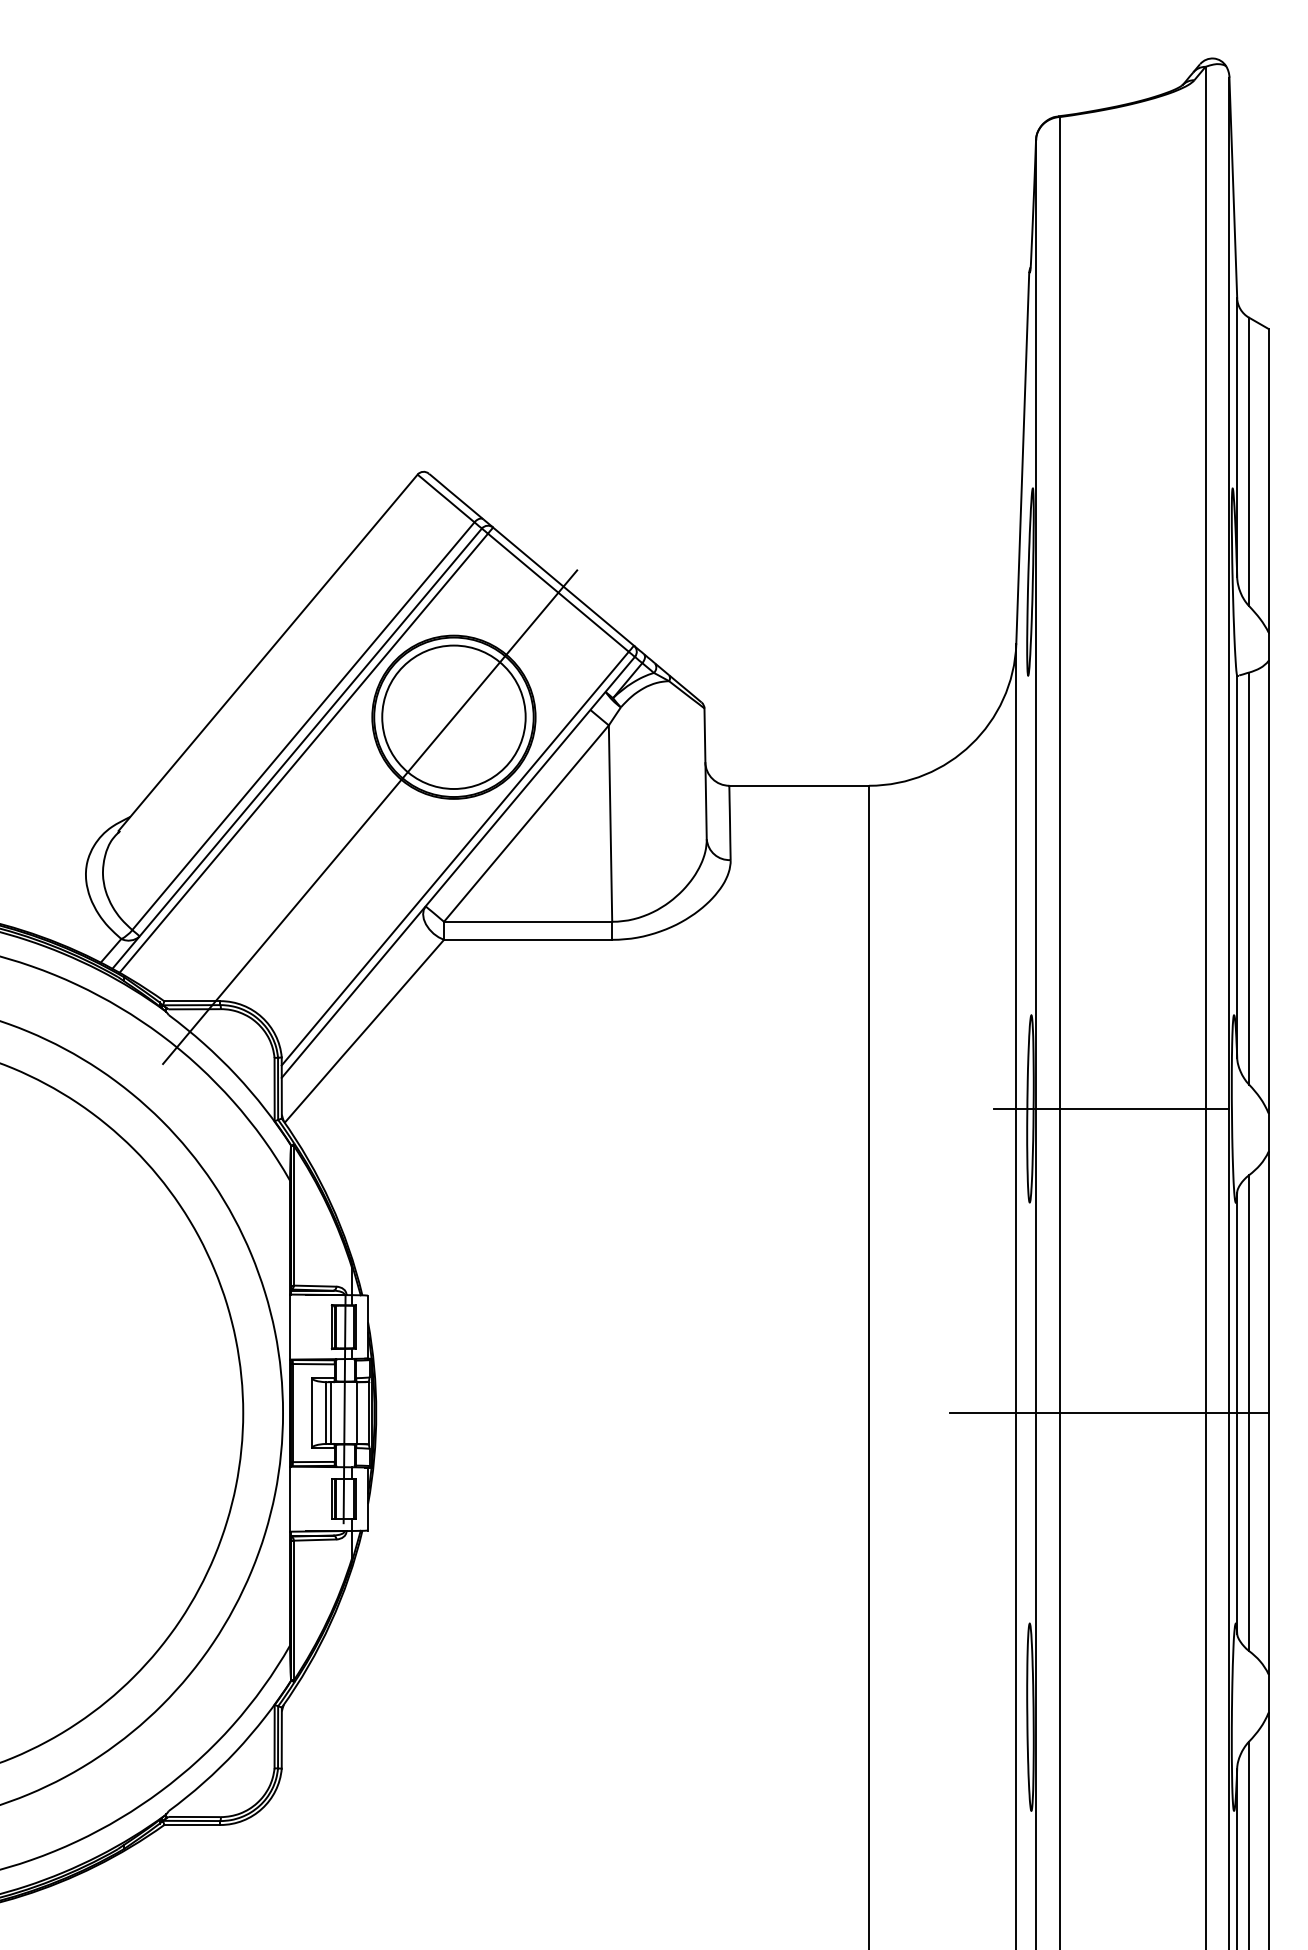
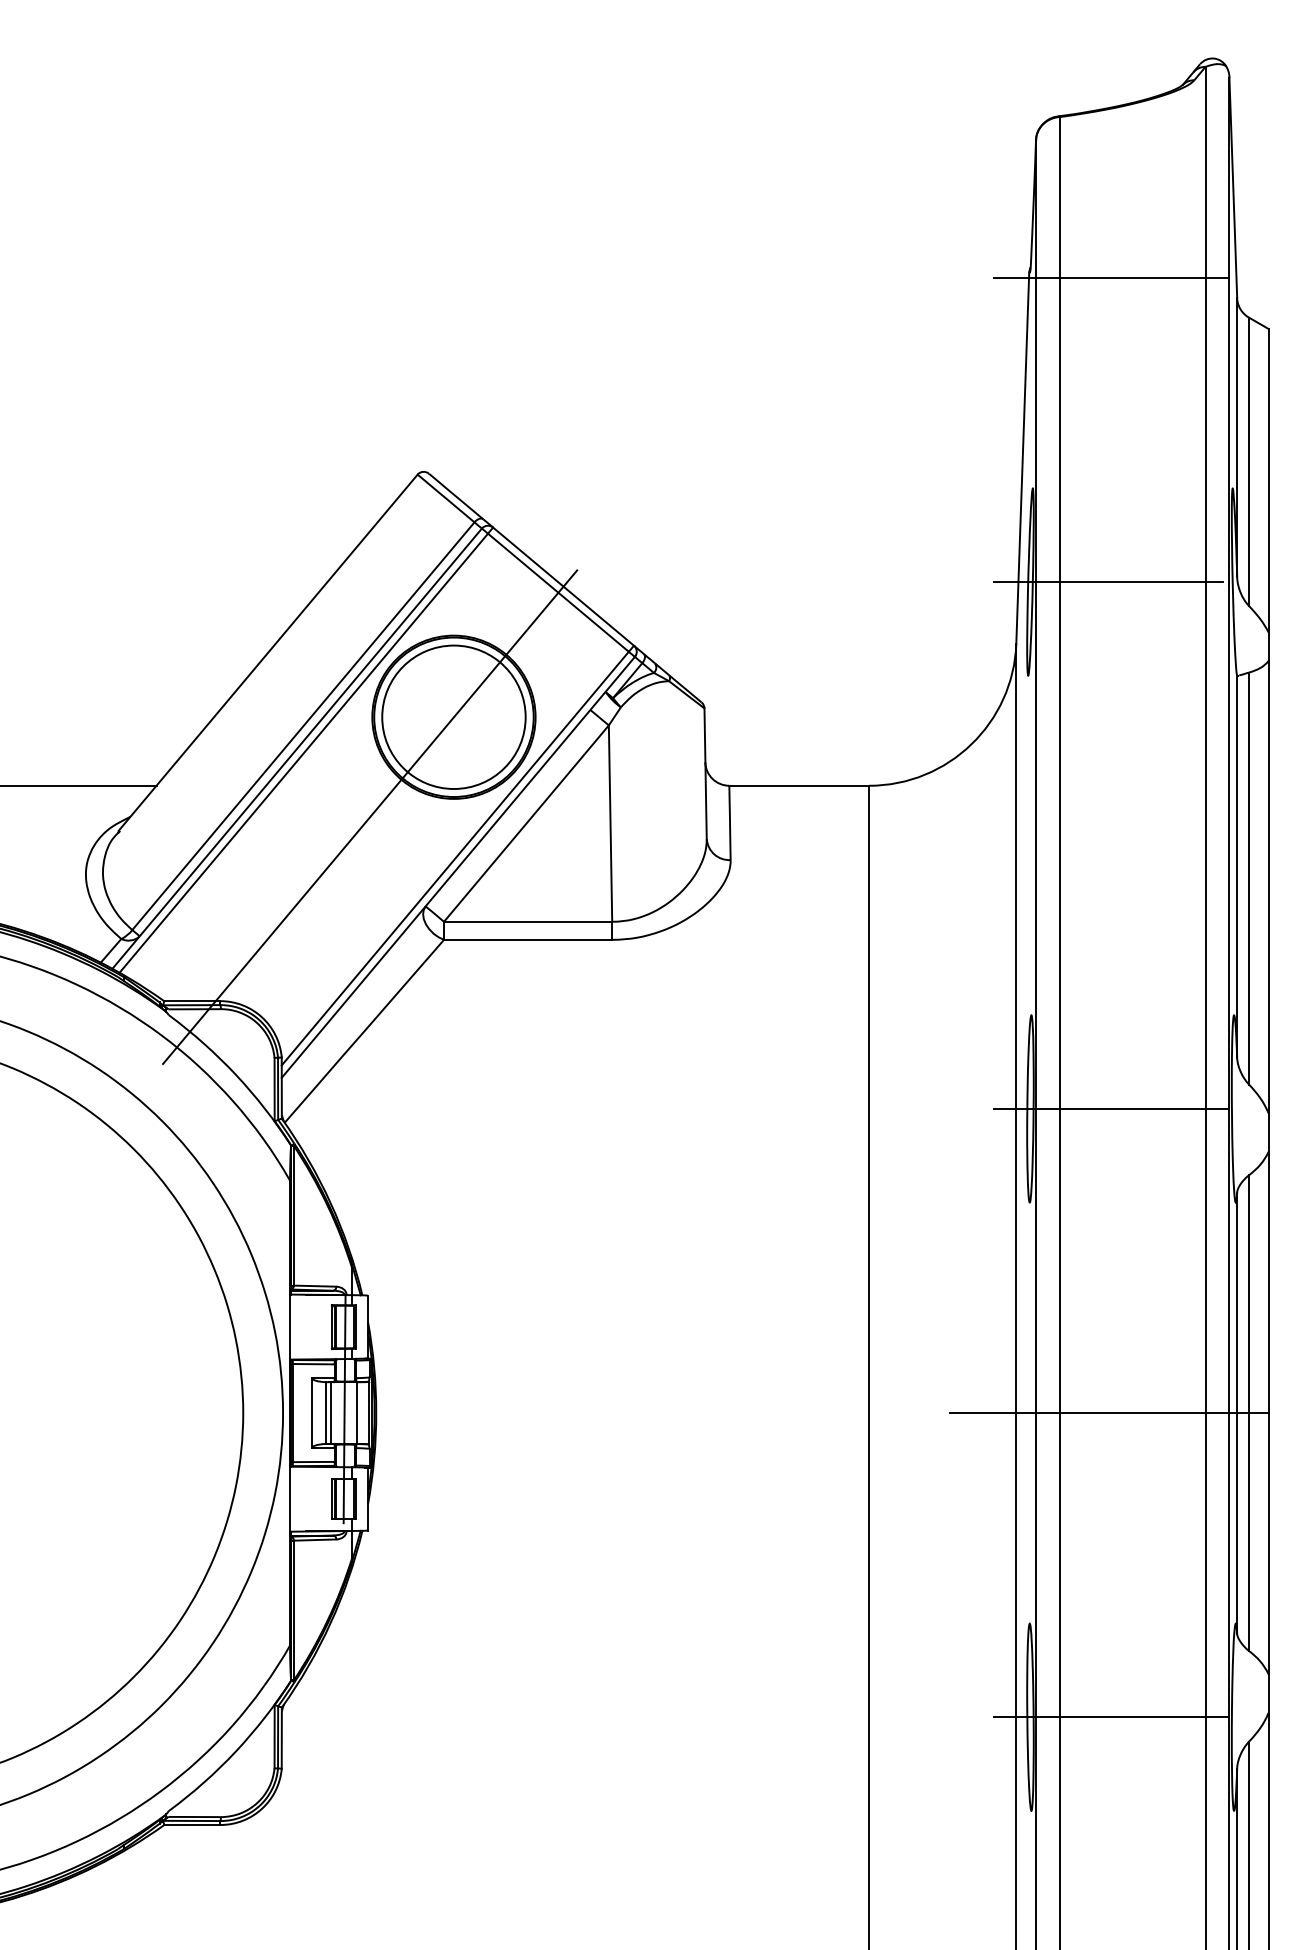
line at (1111, 277): none -> present
line at (1108, 582): none -> present
line at (79, 785): none -> present
line at (1111, 1717): none -> present
